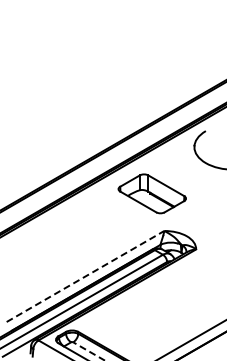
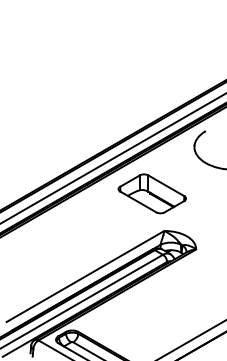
line at (112, 158): none -> present
line at (85, 276): dashed -> solid
line at (88, 351): dashed -> solid
